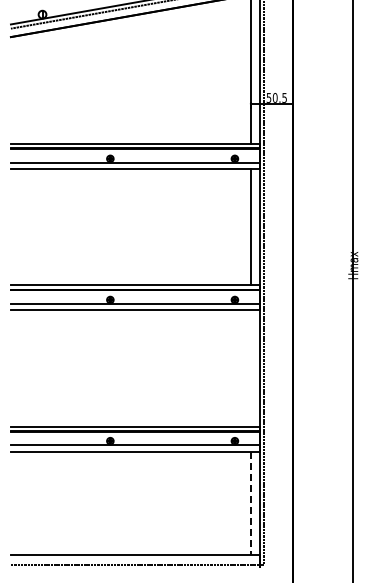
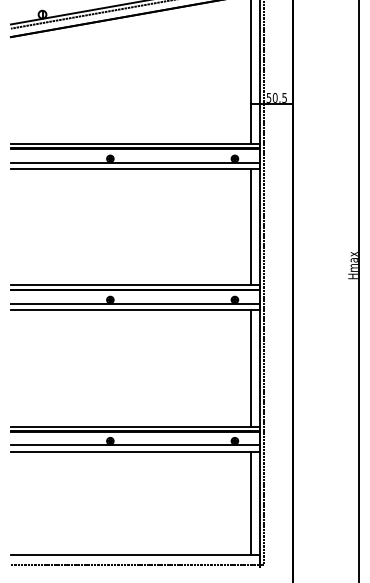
line at (353, 290) position: (353, 290) -> (359, 290)
line at (250, 368): none -> present
line at (250, 503): dashed -> solid
